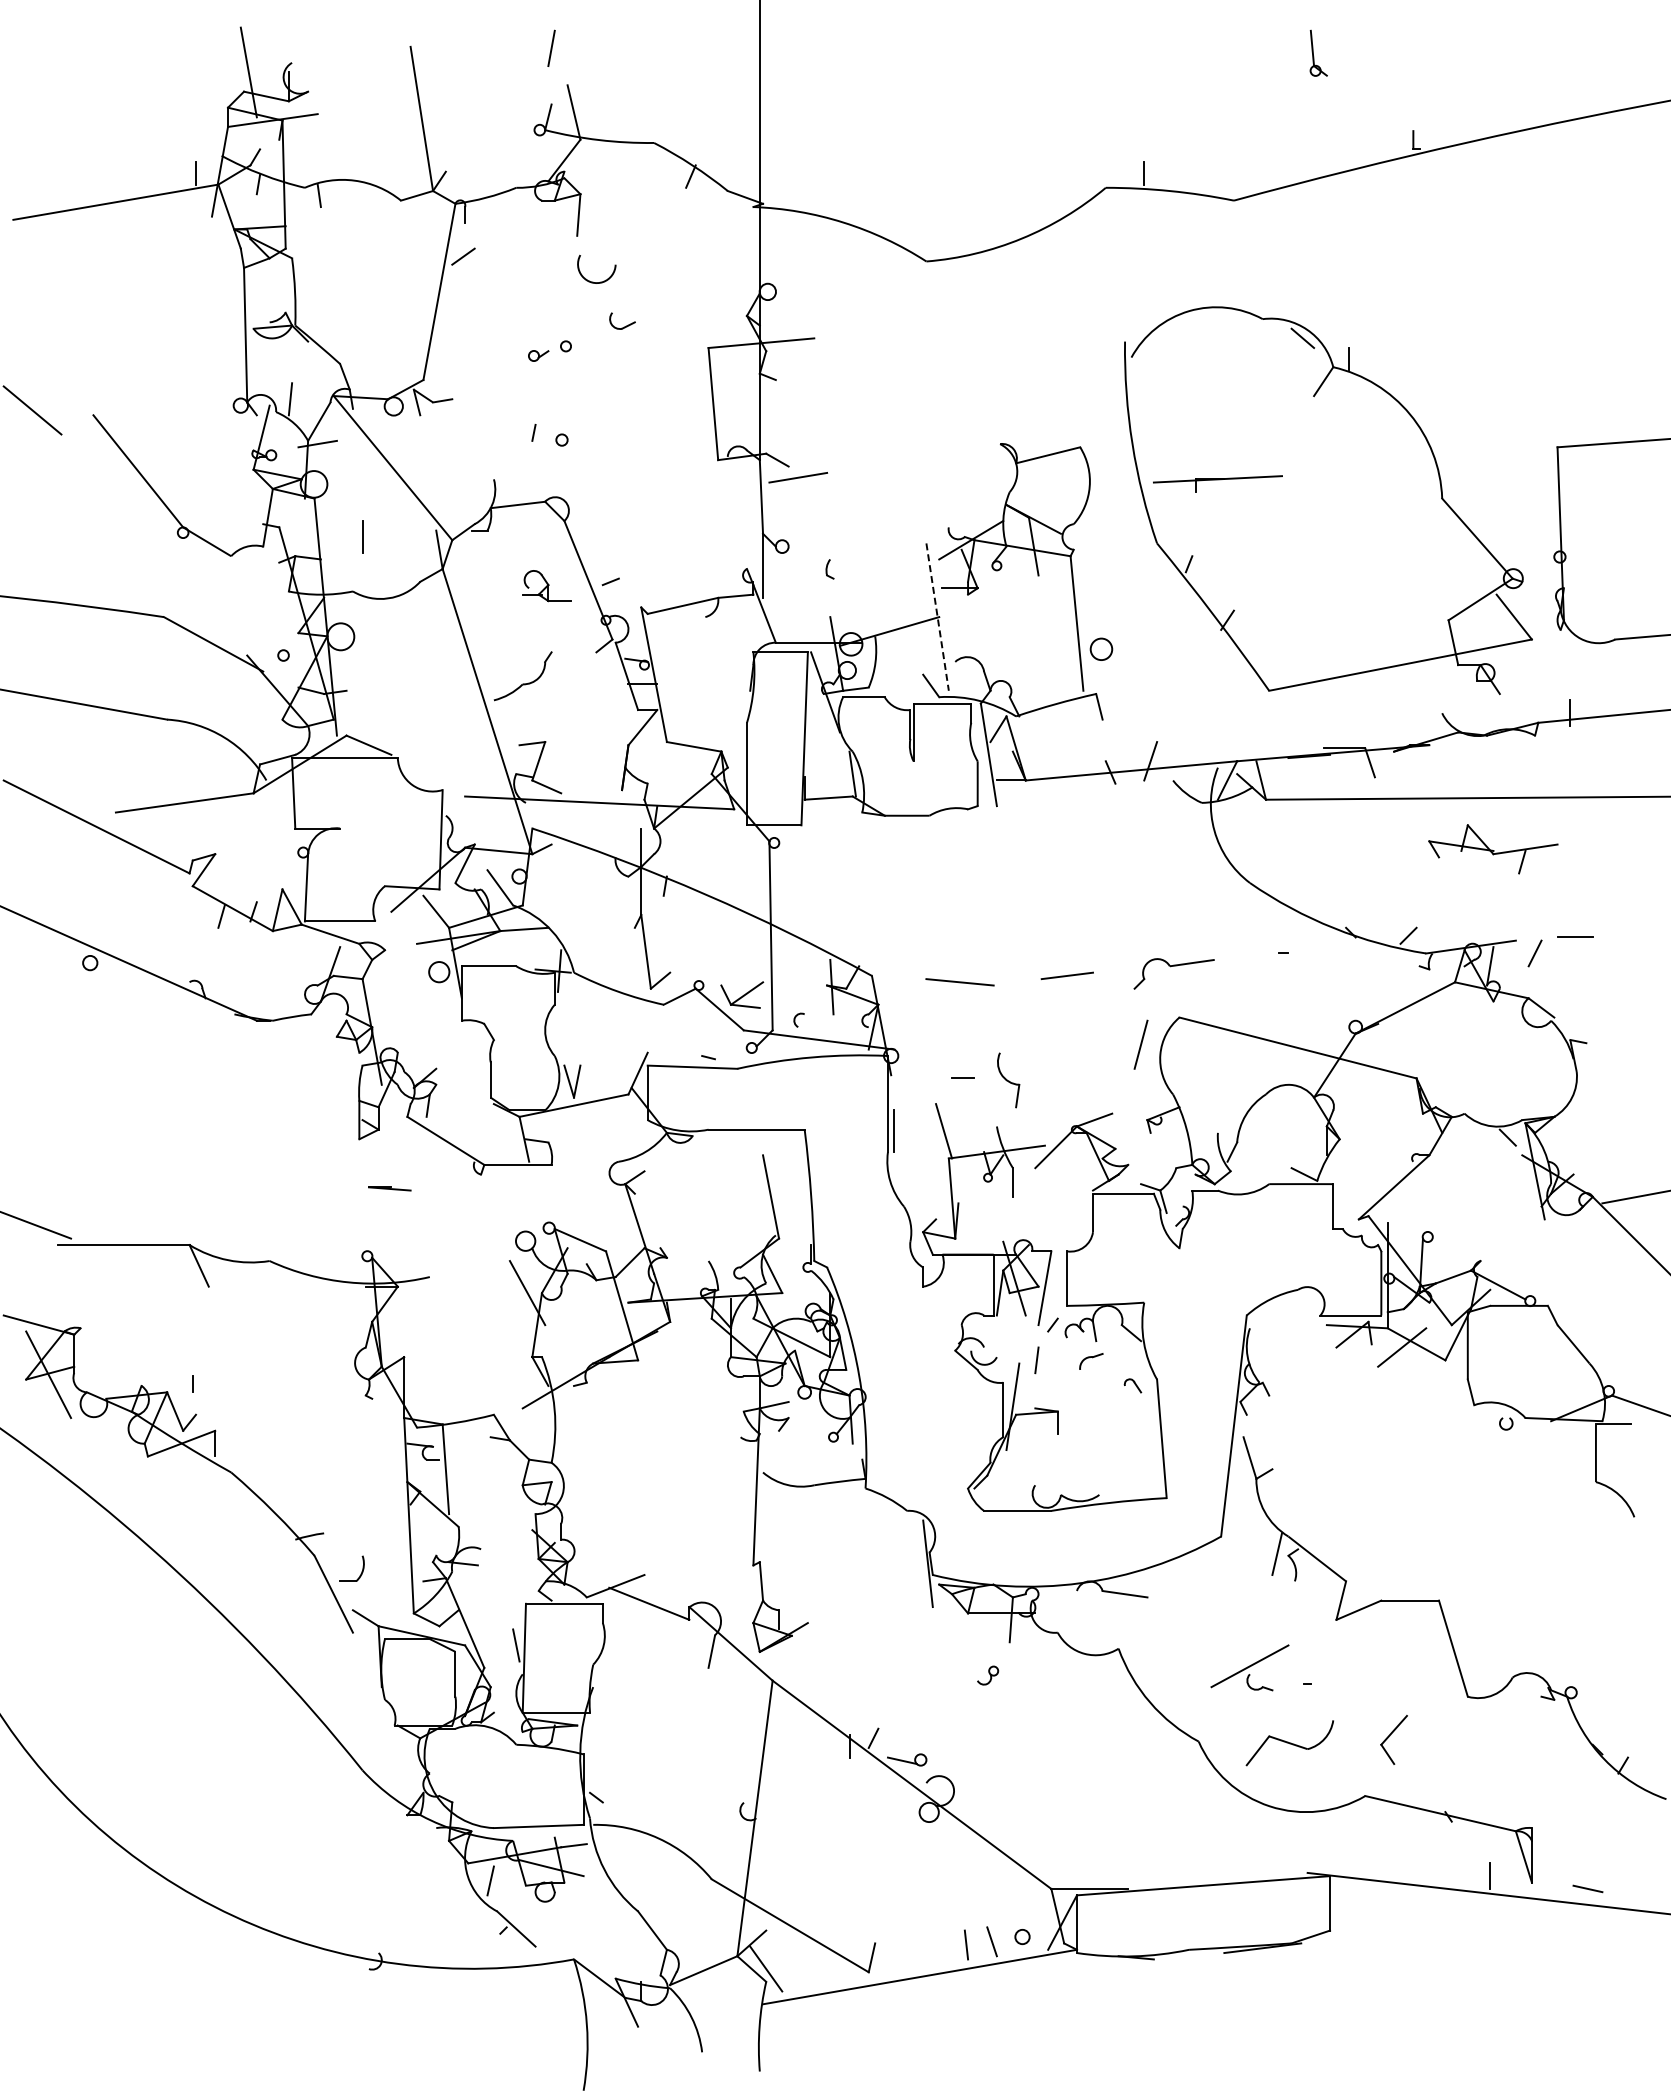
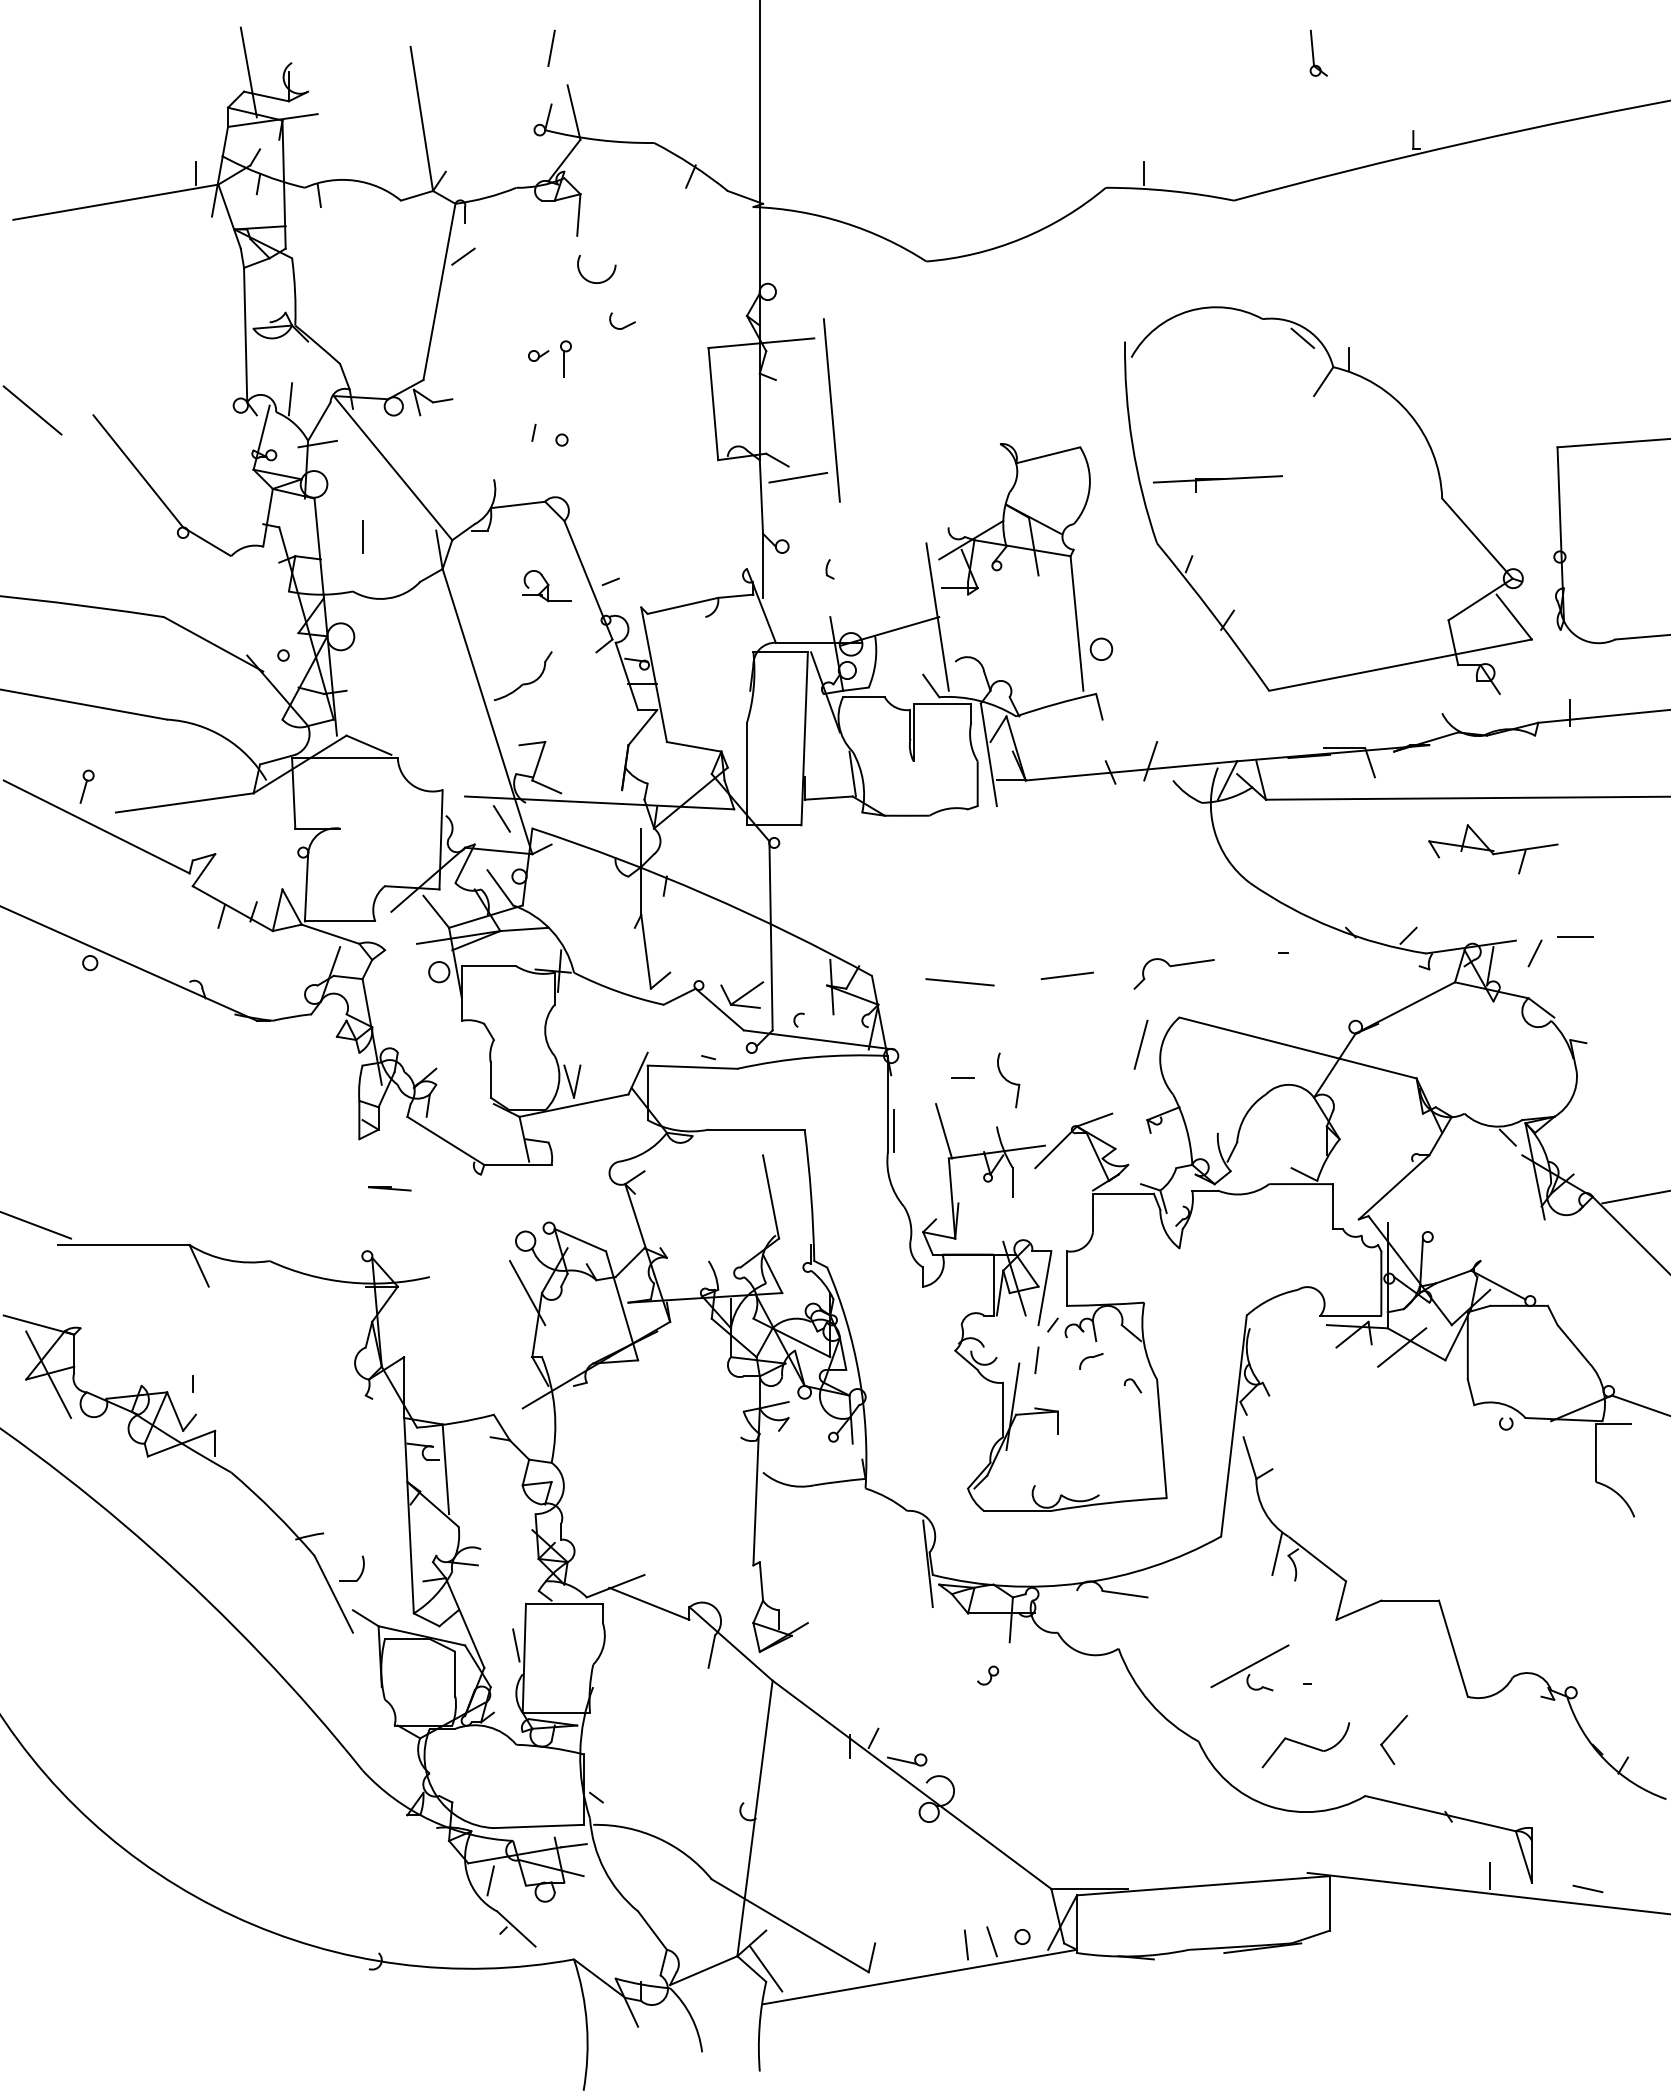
line at (564, 363): none -> present
line at (831, 410): none -> present
line at (937, 617): dashed -> solid
part at (86, 786): none -> present
line at (501, 818): none -> present
part at (1289, 1743) position: (1289, 1743) -> (1305, 1745)
